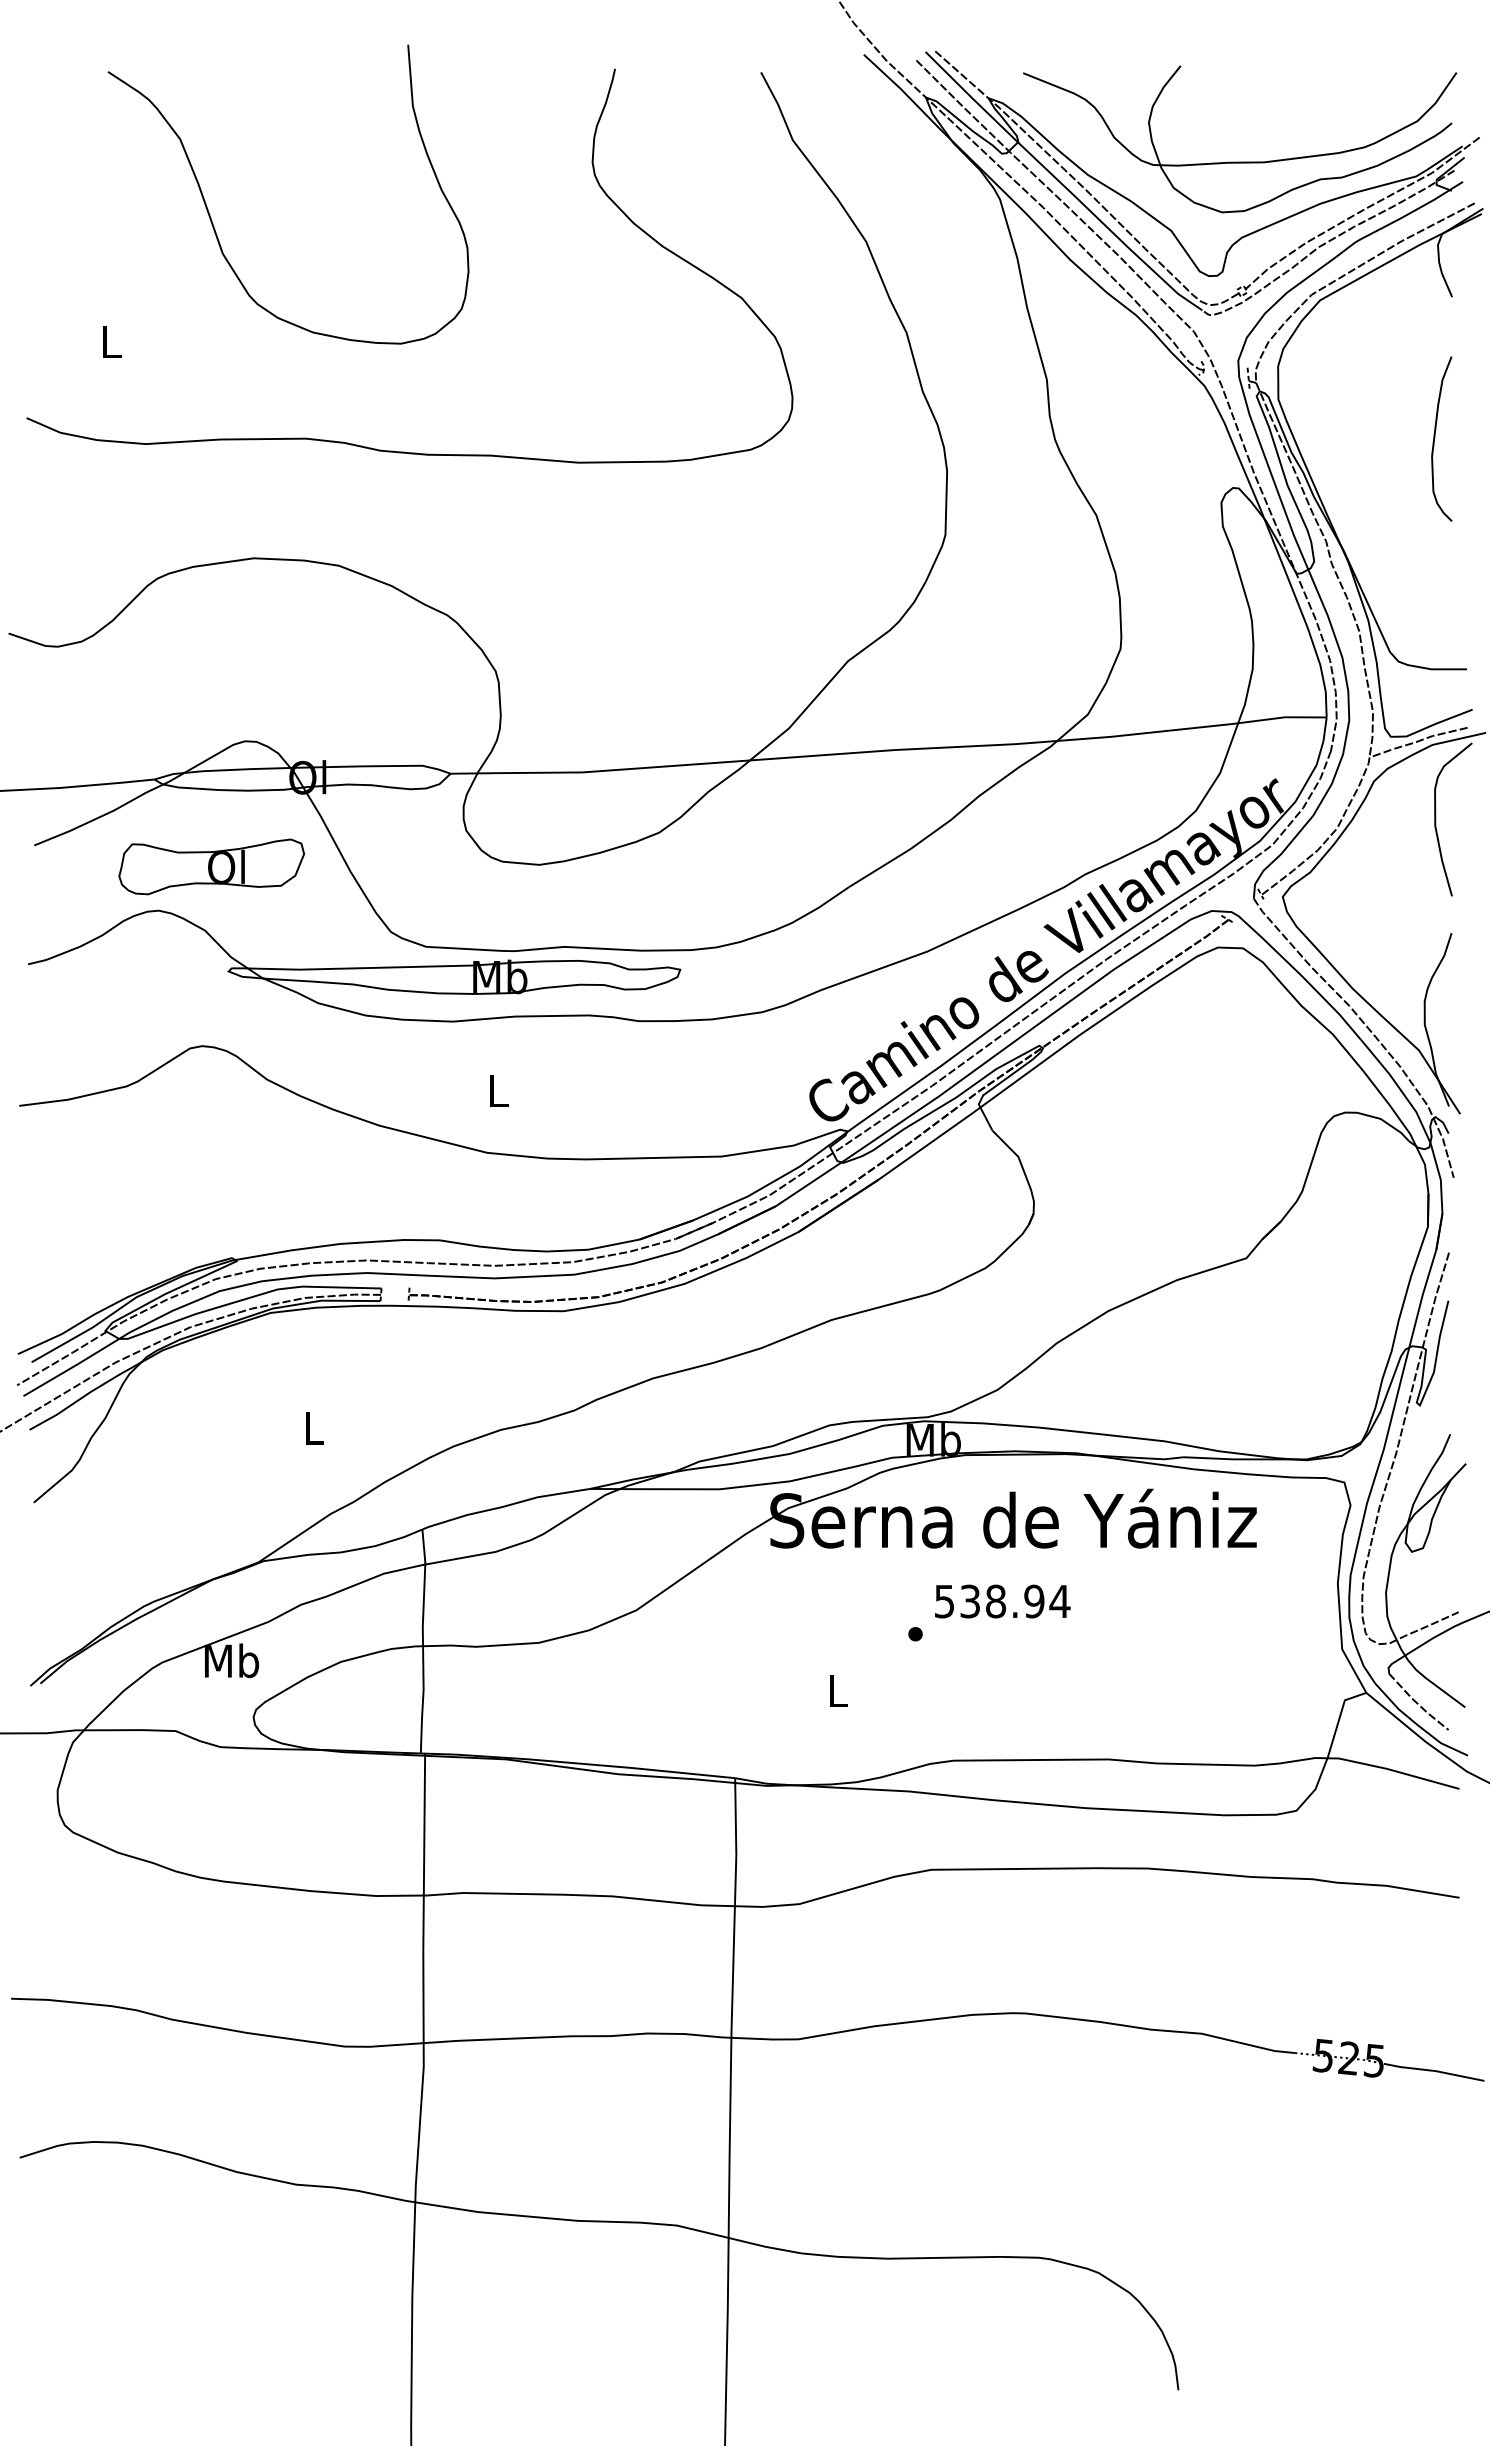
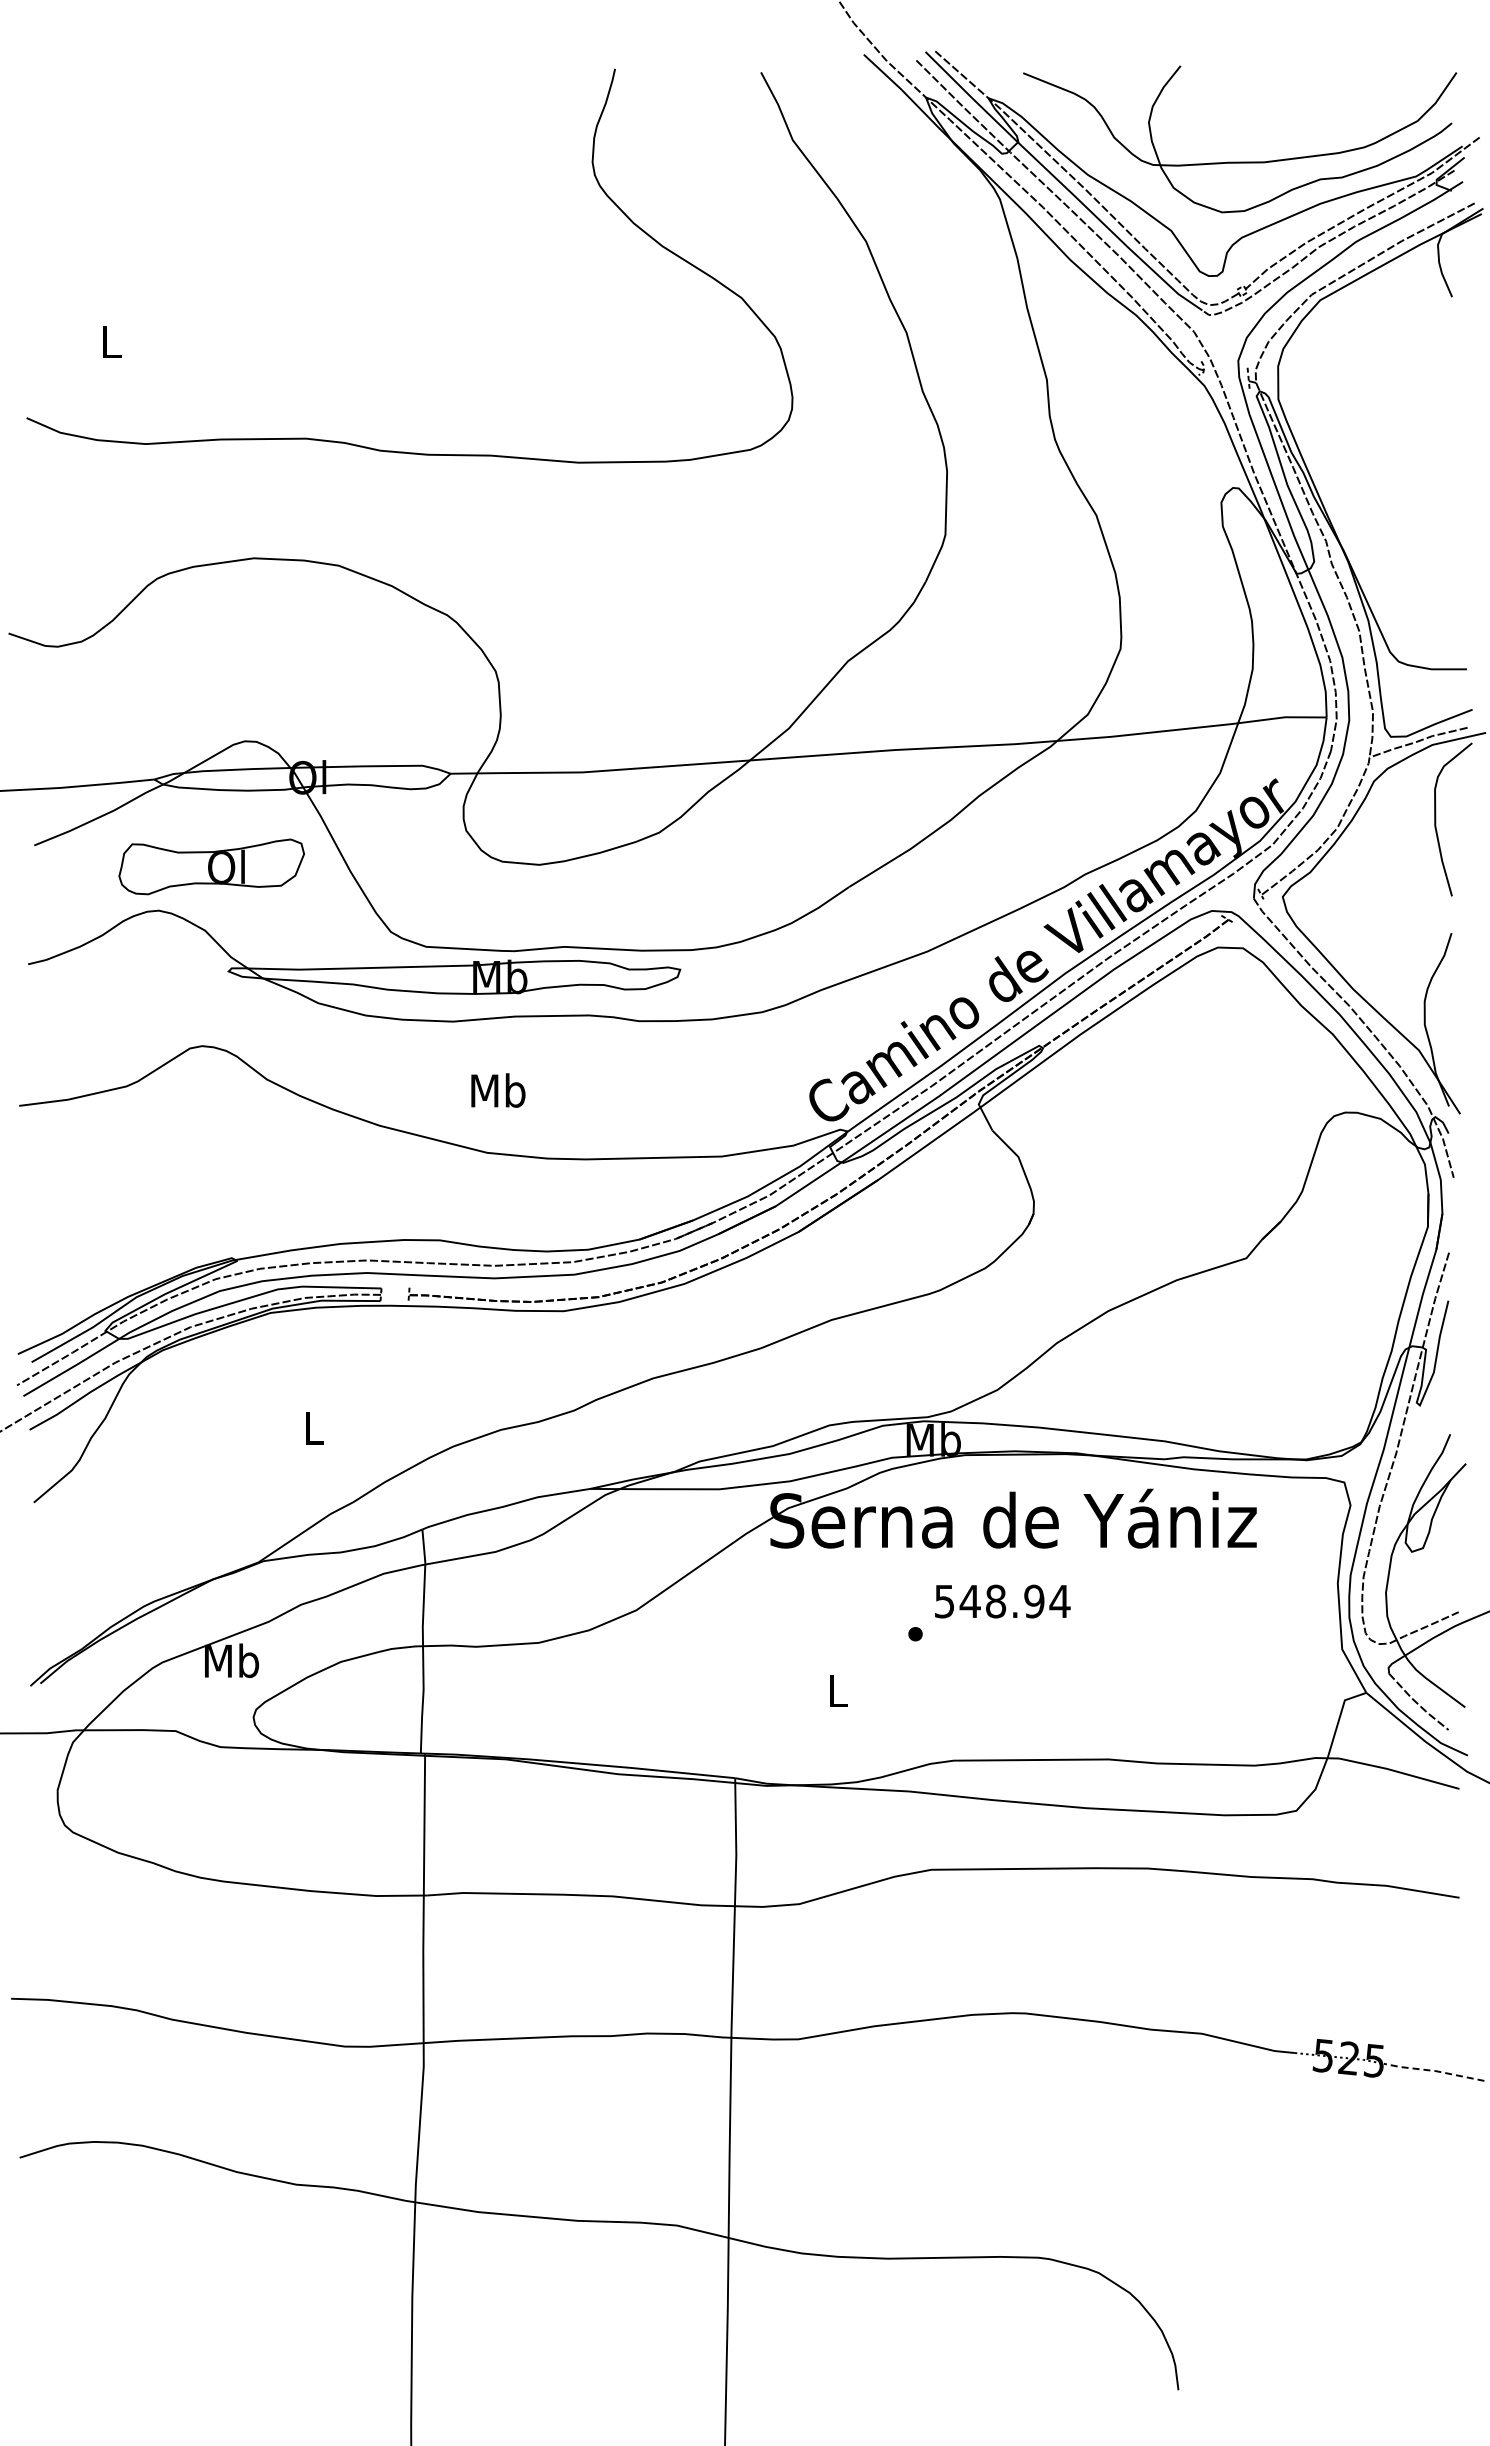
curve at (212, 220): present -> none
curve at (1435, 438): present -> none
text at (498, 1090): L -> Mb
text at (969, 1601): 538.94 -> 548.94
line at (1433, 2070): solid -> dashed
